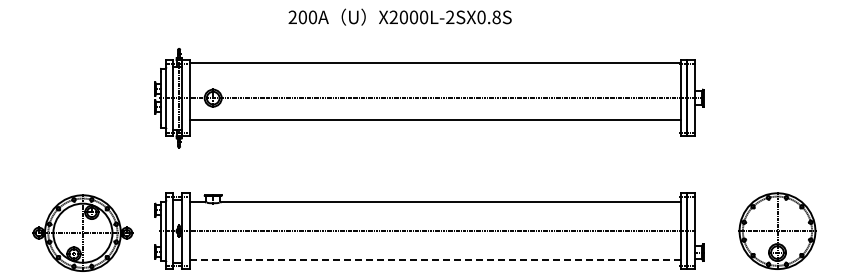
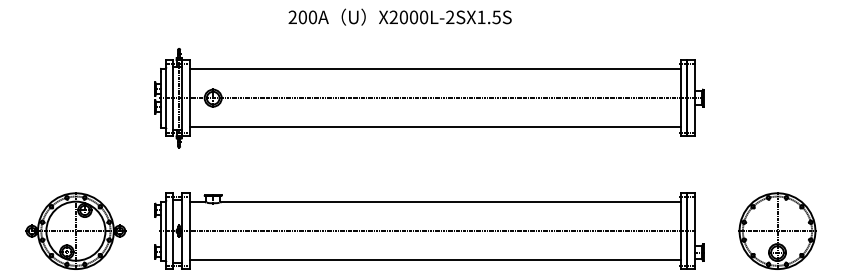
text at (488, 17): X2000L-2SX0.8S -> X2000L-2SX1.5S
line at (435, 63) position: (435, 63) -> (435, 69)
line at (435, 119) position: (435, 119) -> (435, 126)
part at (82, 232) position: (82, 232) -> (75, 230)
line at (435, 259): dashed -> solid
